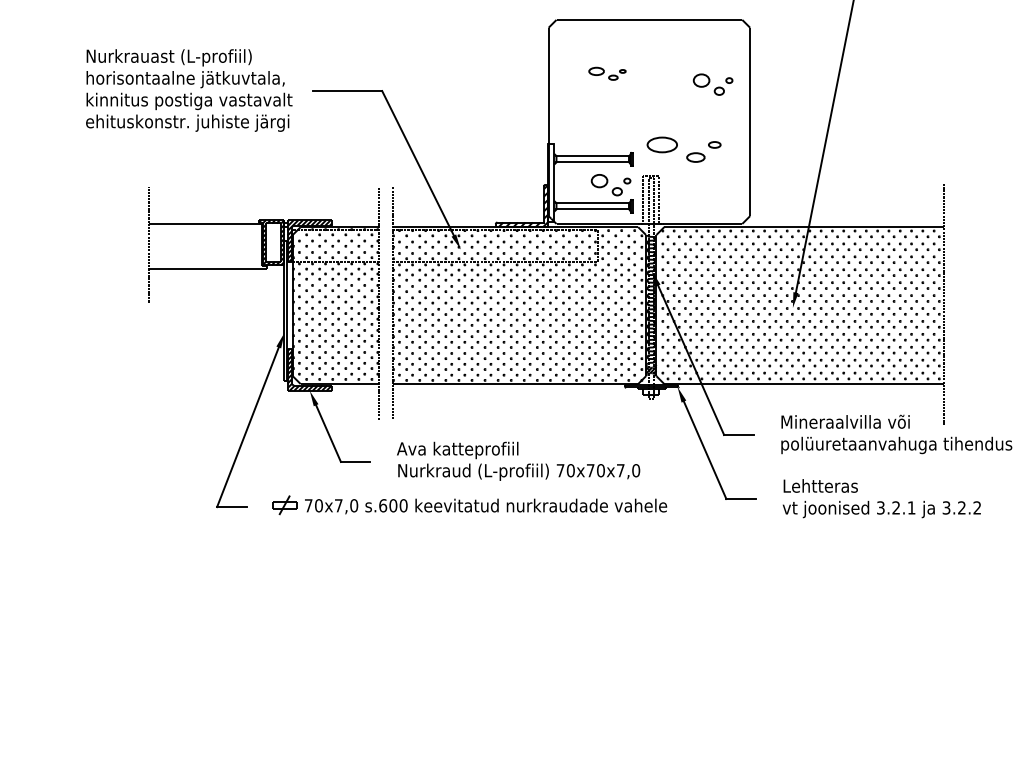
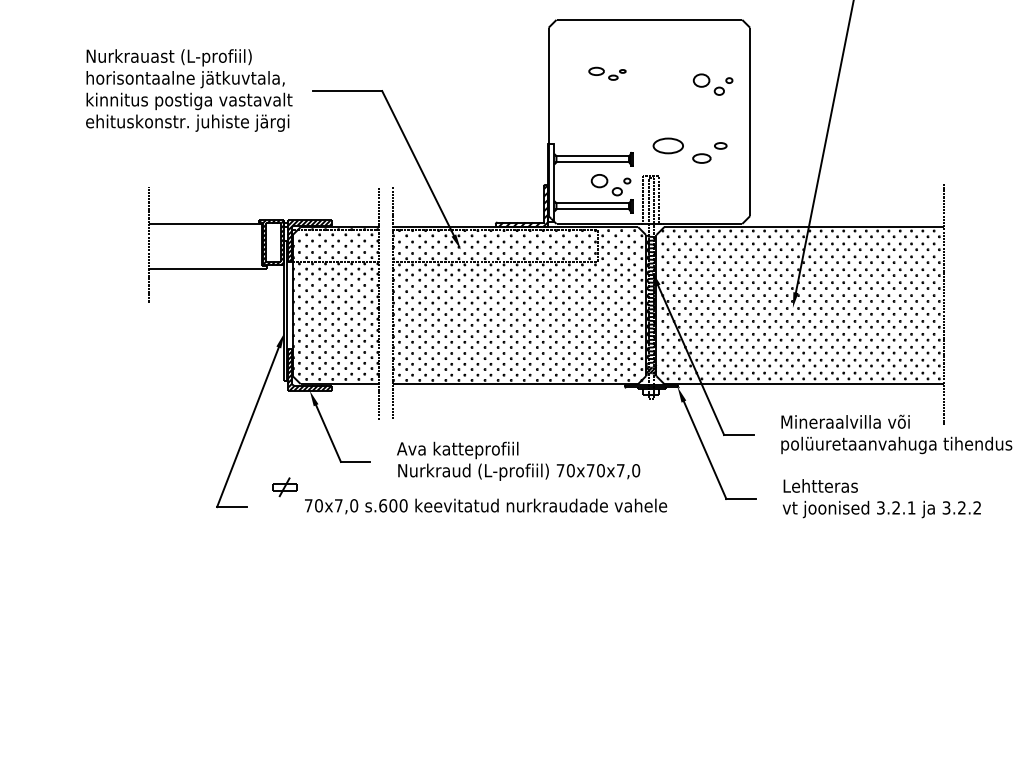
part at (677, 147) position: (677, 147) -> (683, 148)
part at (284, 505) position: (284, 505) -> (284, 487)
